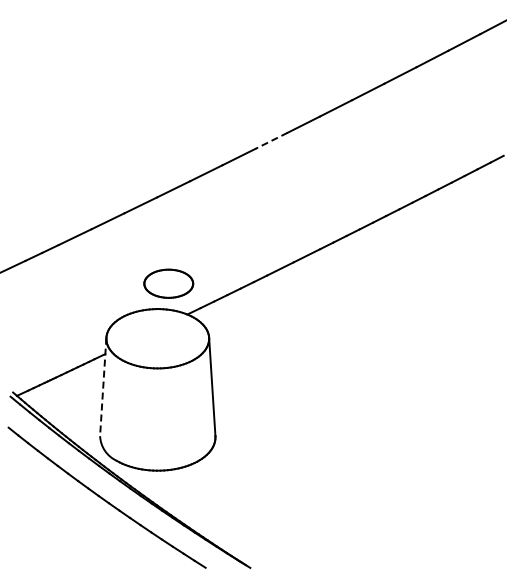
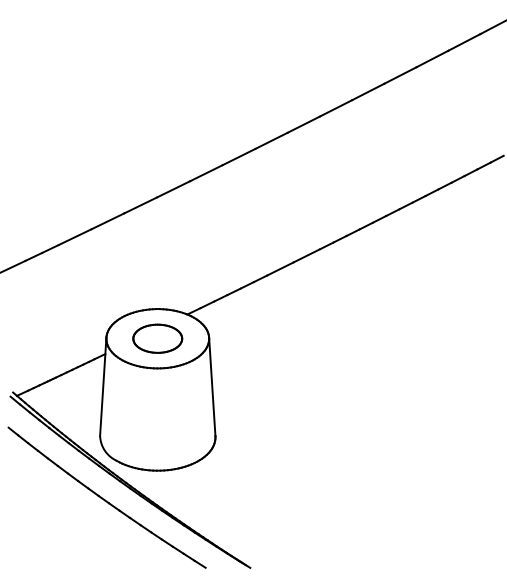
line at (271, 141): dashed -> solid
part at (168, 283) position: (168, 283) -> (157, 338)
line at (103, 387): dashed -> solid
